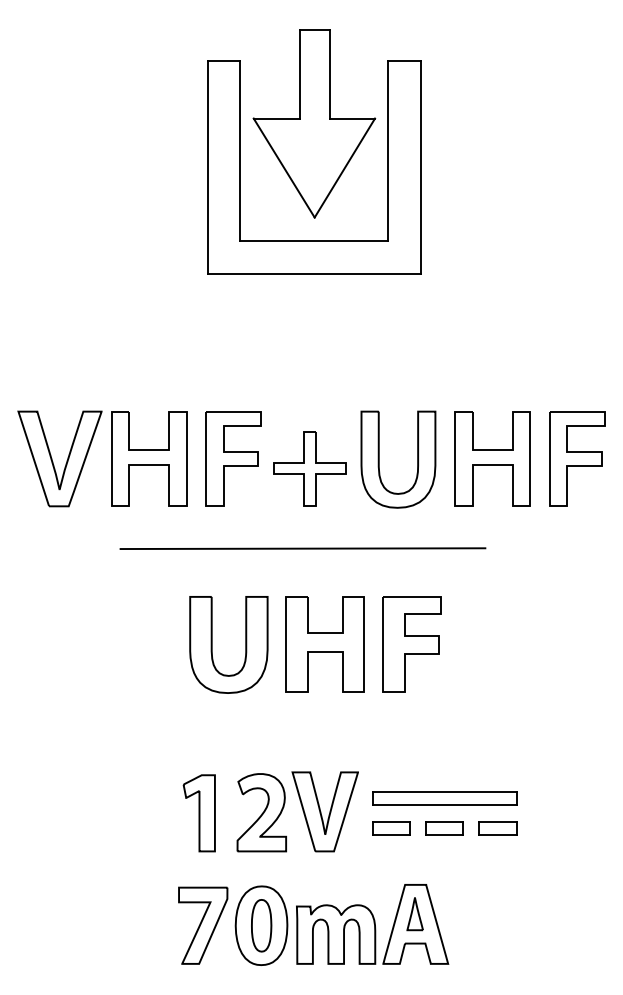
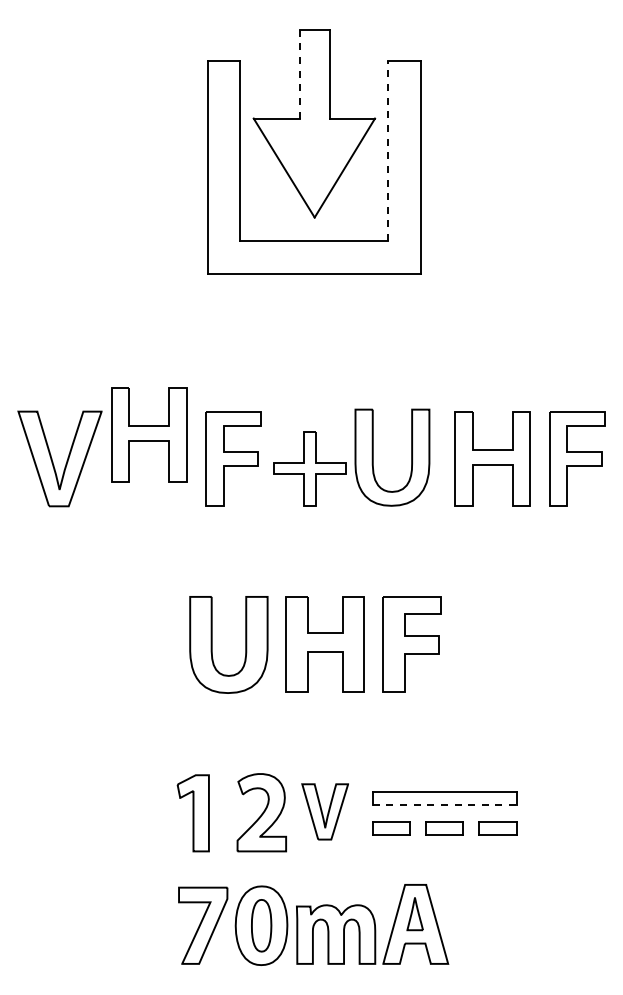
line at (299, 74): solid -> dashed
line at (388, 150): solid -> dashed
part at (149, 458) position: (149, 458) -> (149, 434)
part at (379, 459) position: (379, 459) -> (373, 457)
line at (302, 548): present -> none
line at (444, 805): solid -> dashed
part at (324, 811) size: 68x82 px -> 48x58 px
part at (198, 813) position: (198, 813) -> (192, 813)
